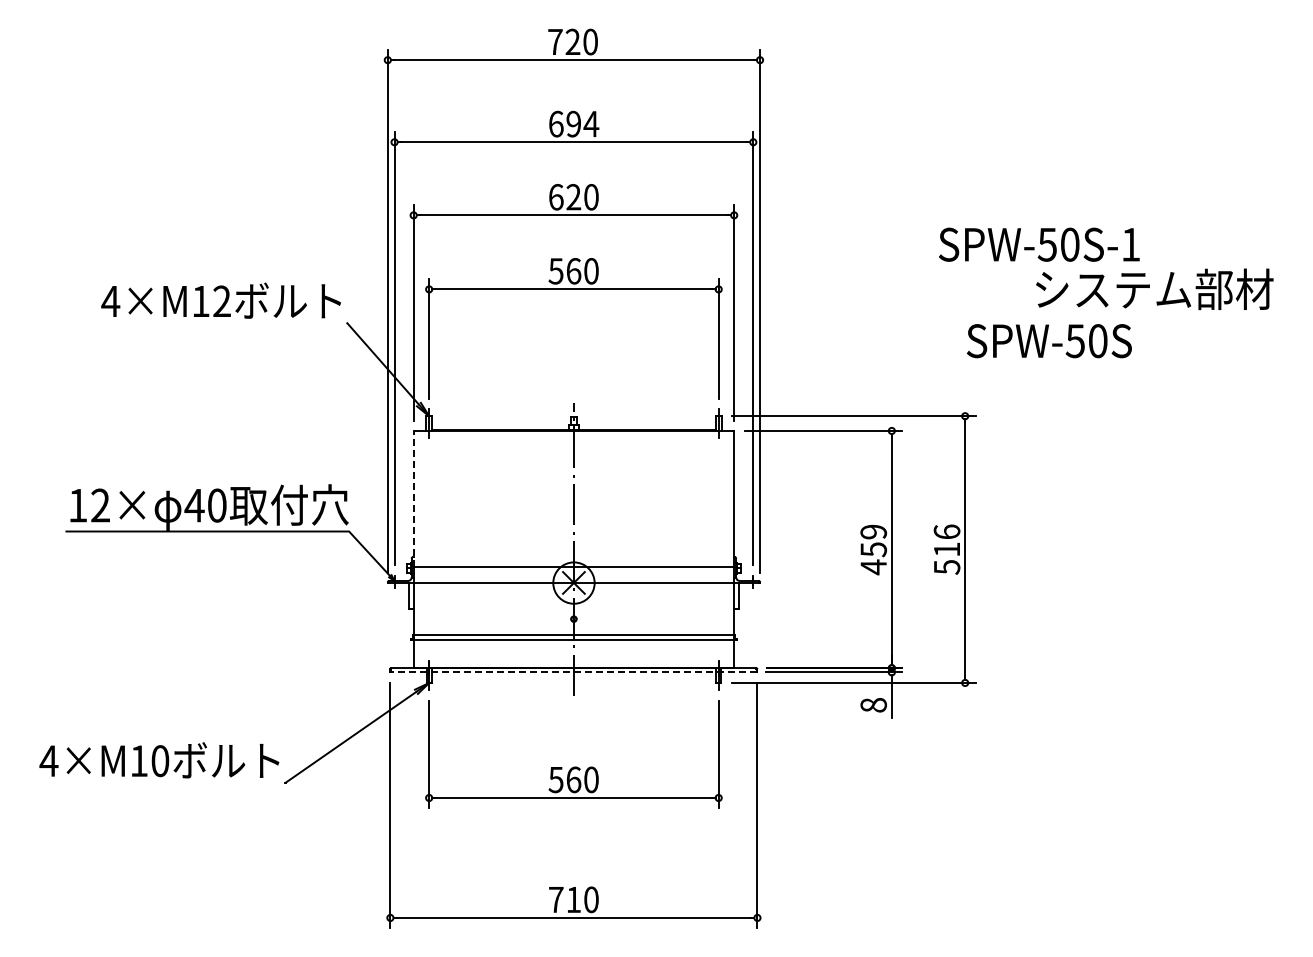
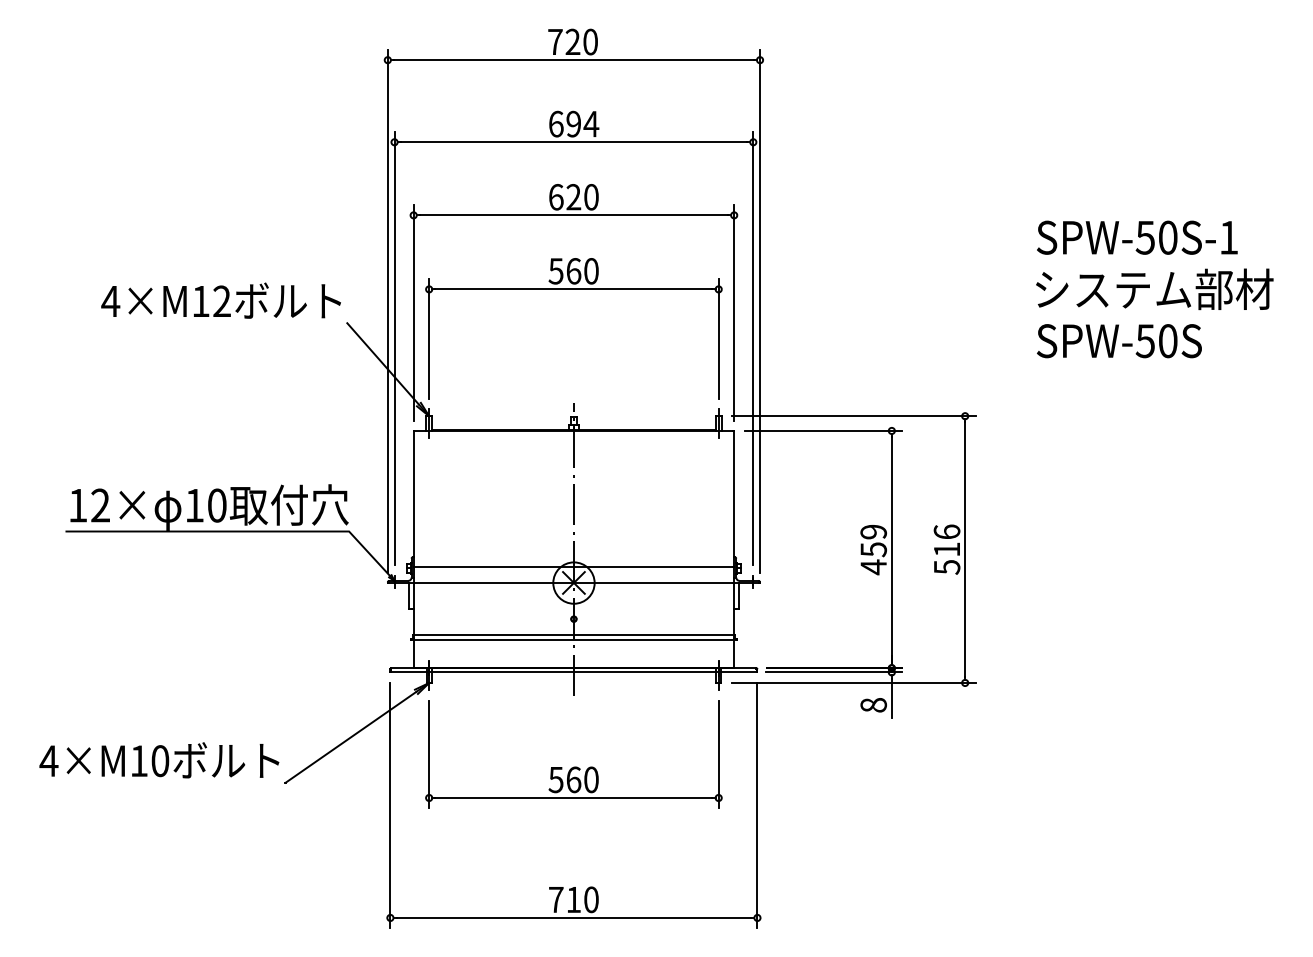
text at (1039, 244) position: (1039, 244) -> (1137, 237)
text at (1049, 341) position: (1049, 341) -> (1119, 341)
line at (413, 498): dashed -> solid
text at (194, 505): 40 -> 10
line at (573, 672): dashed -> solid
